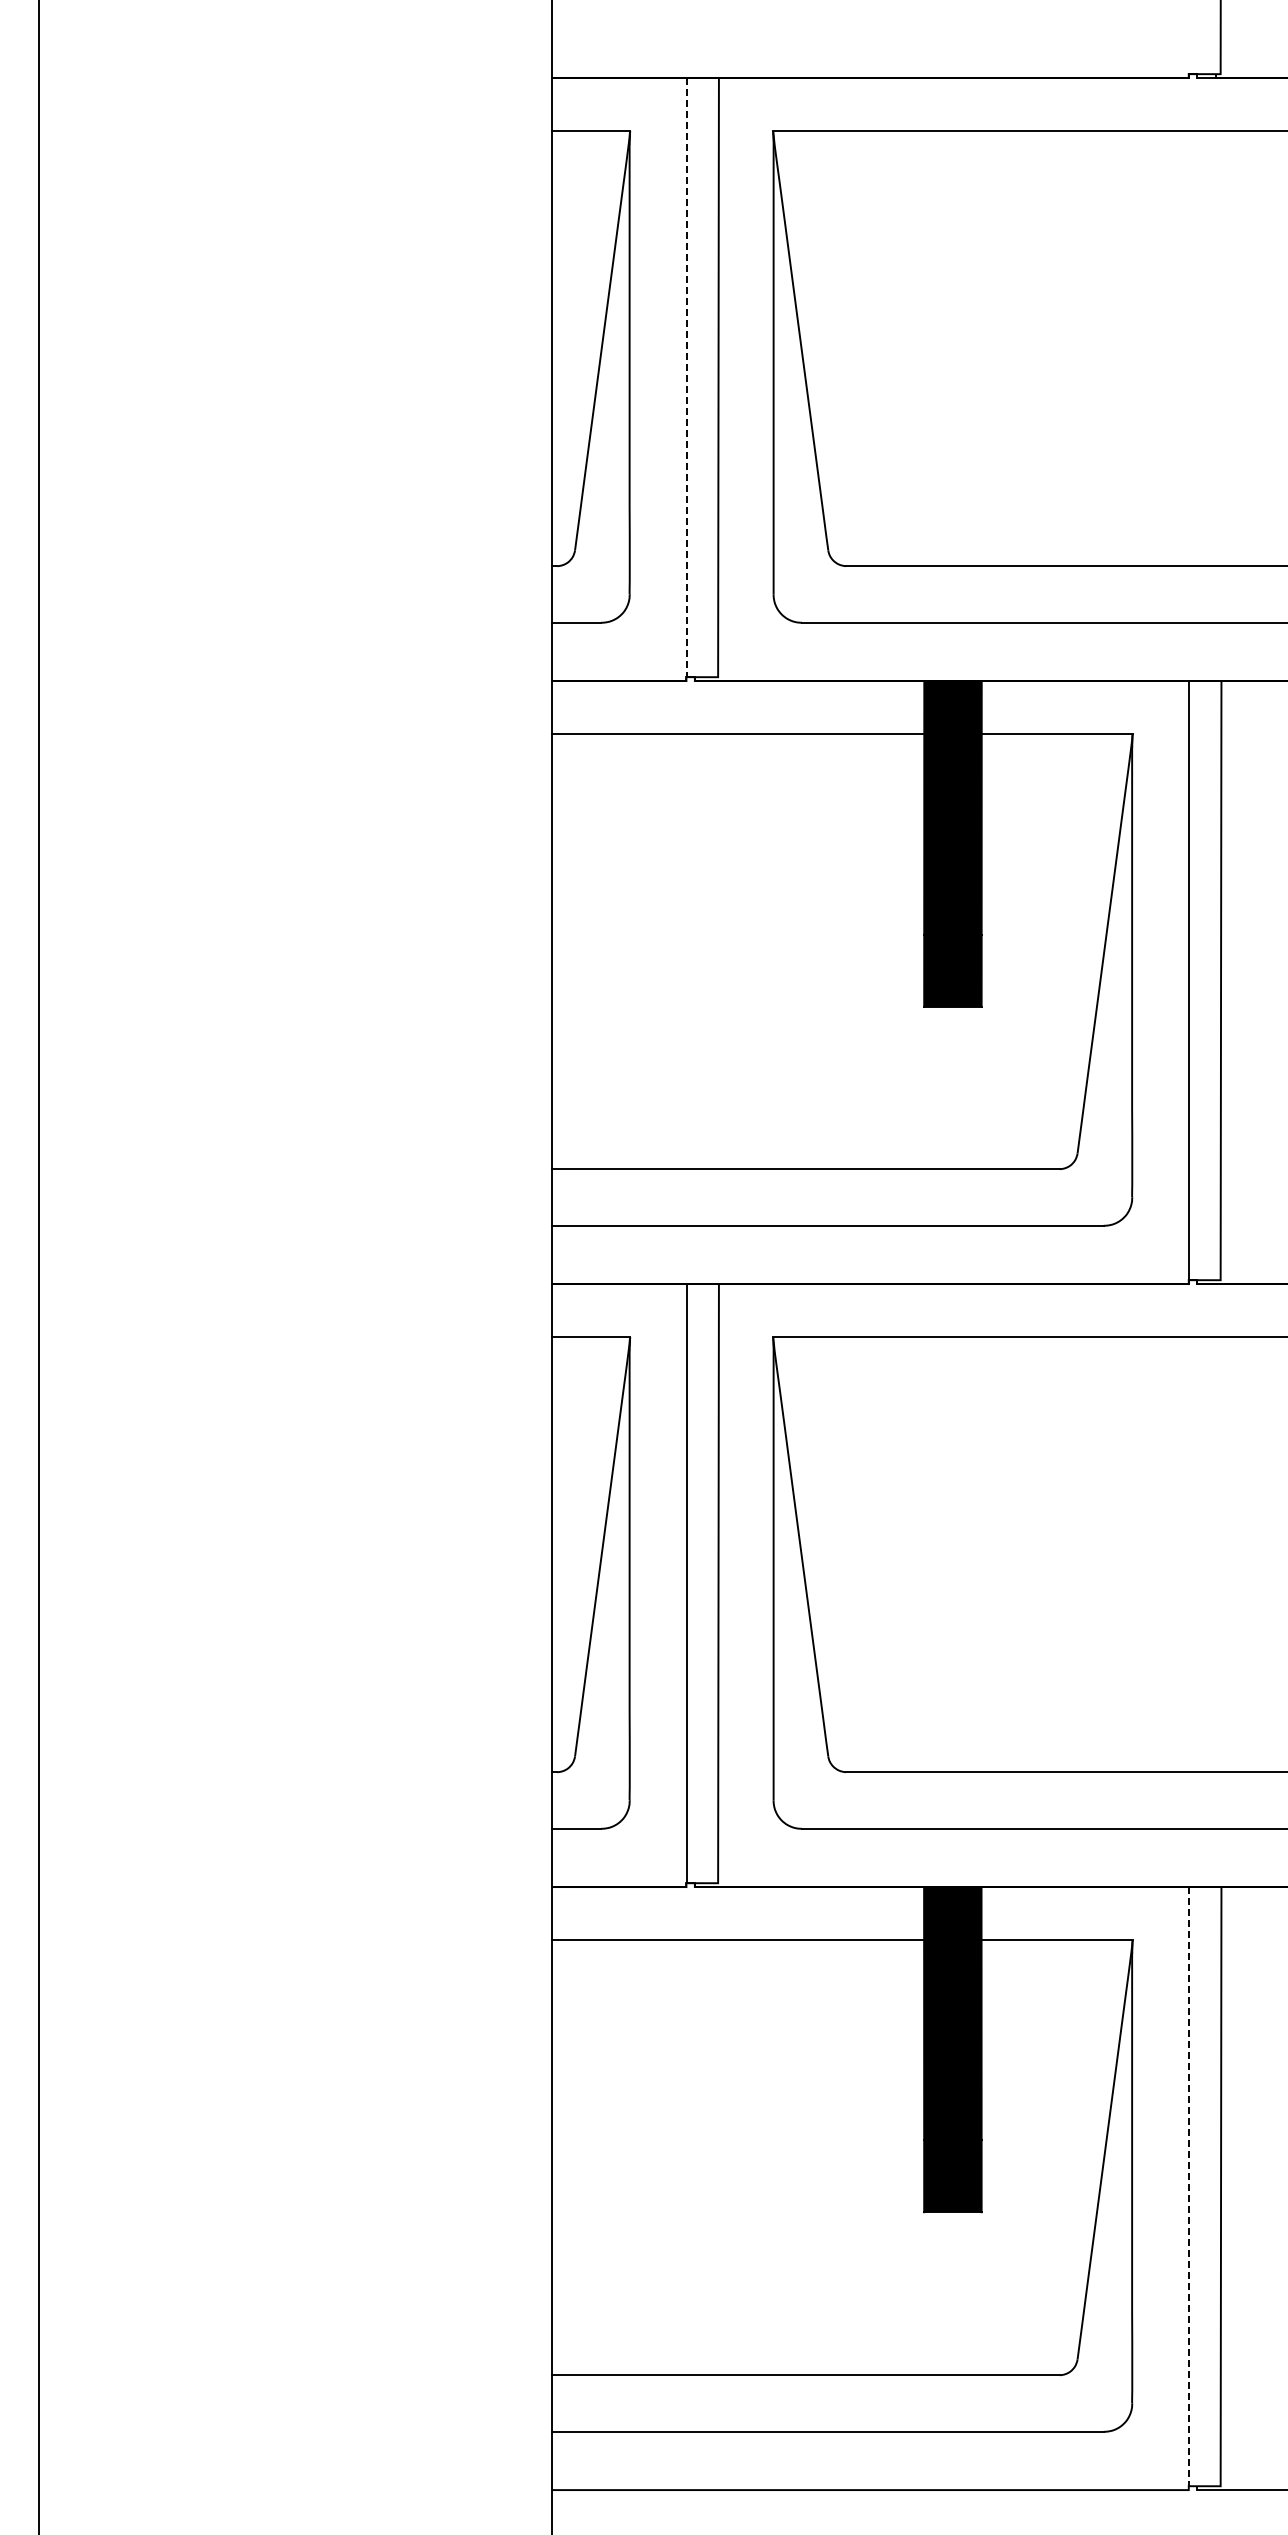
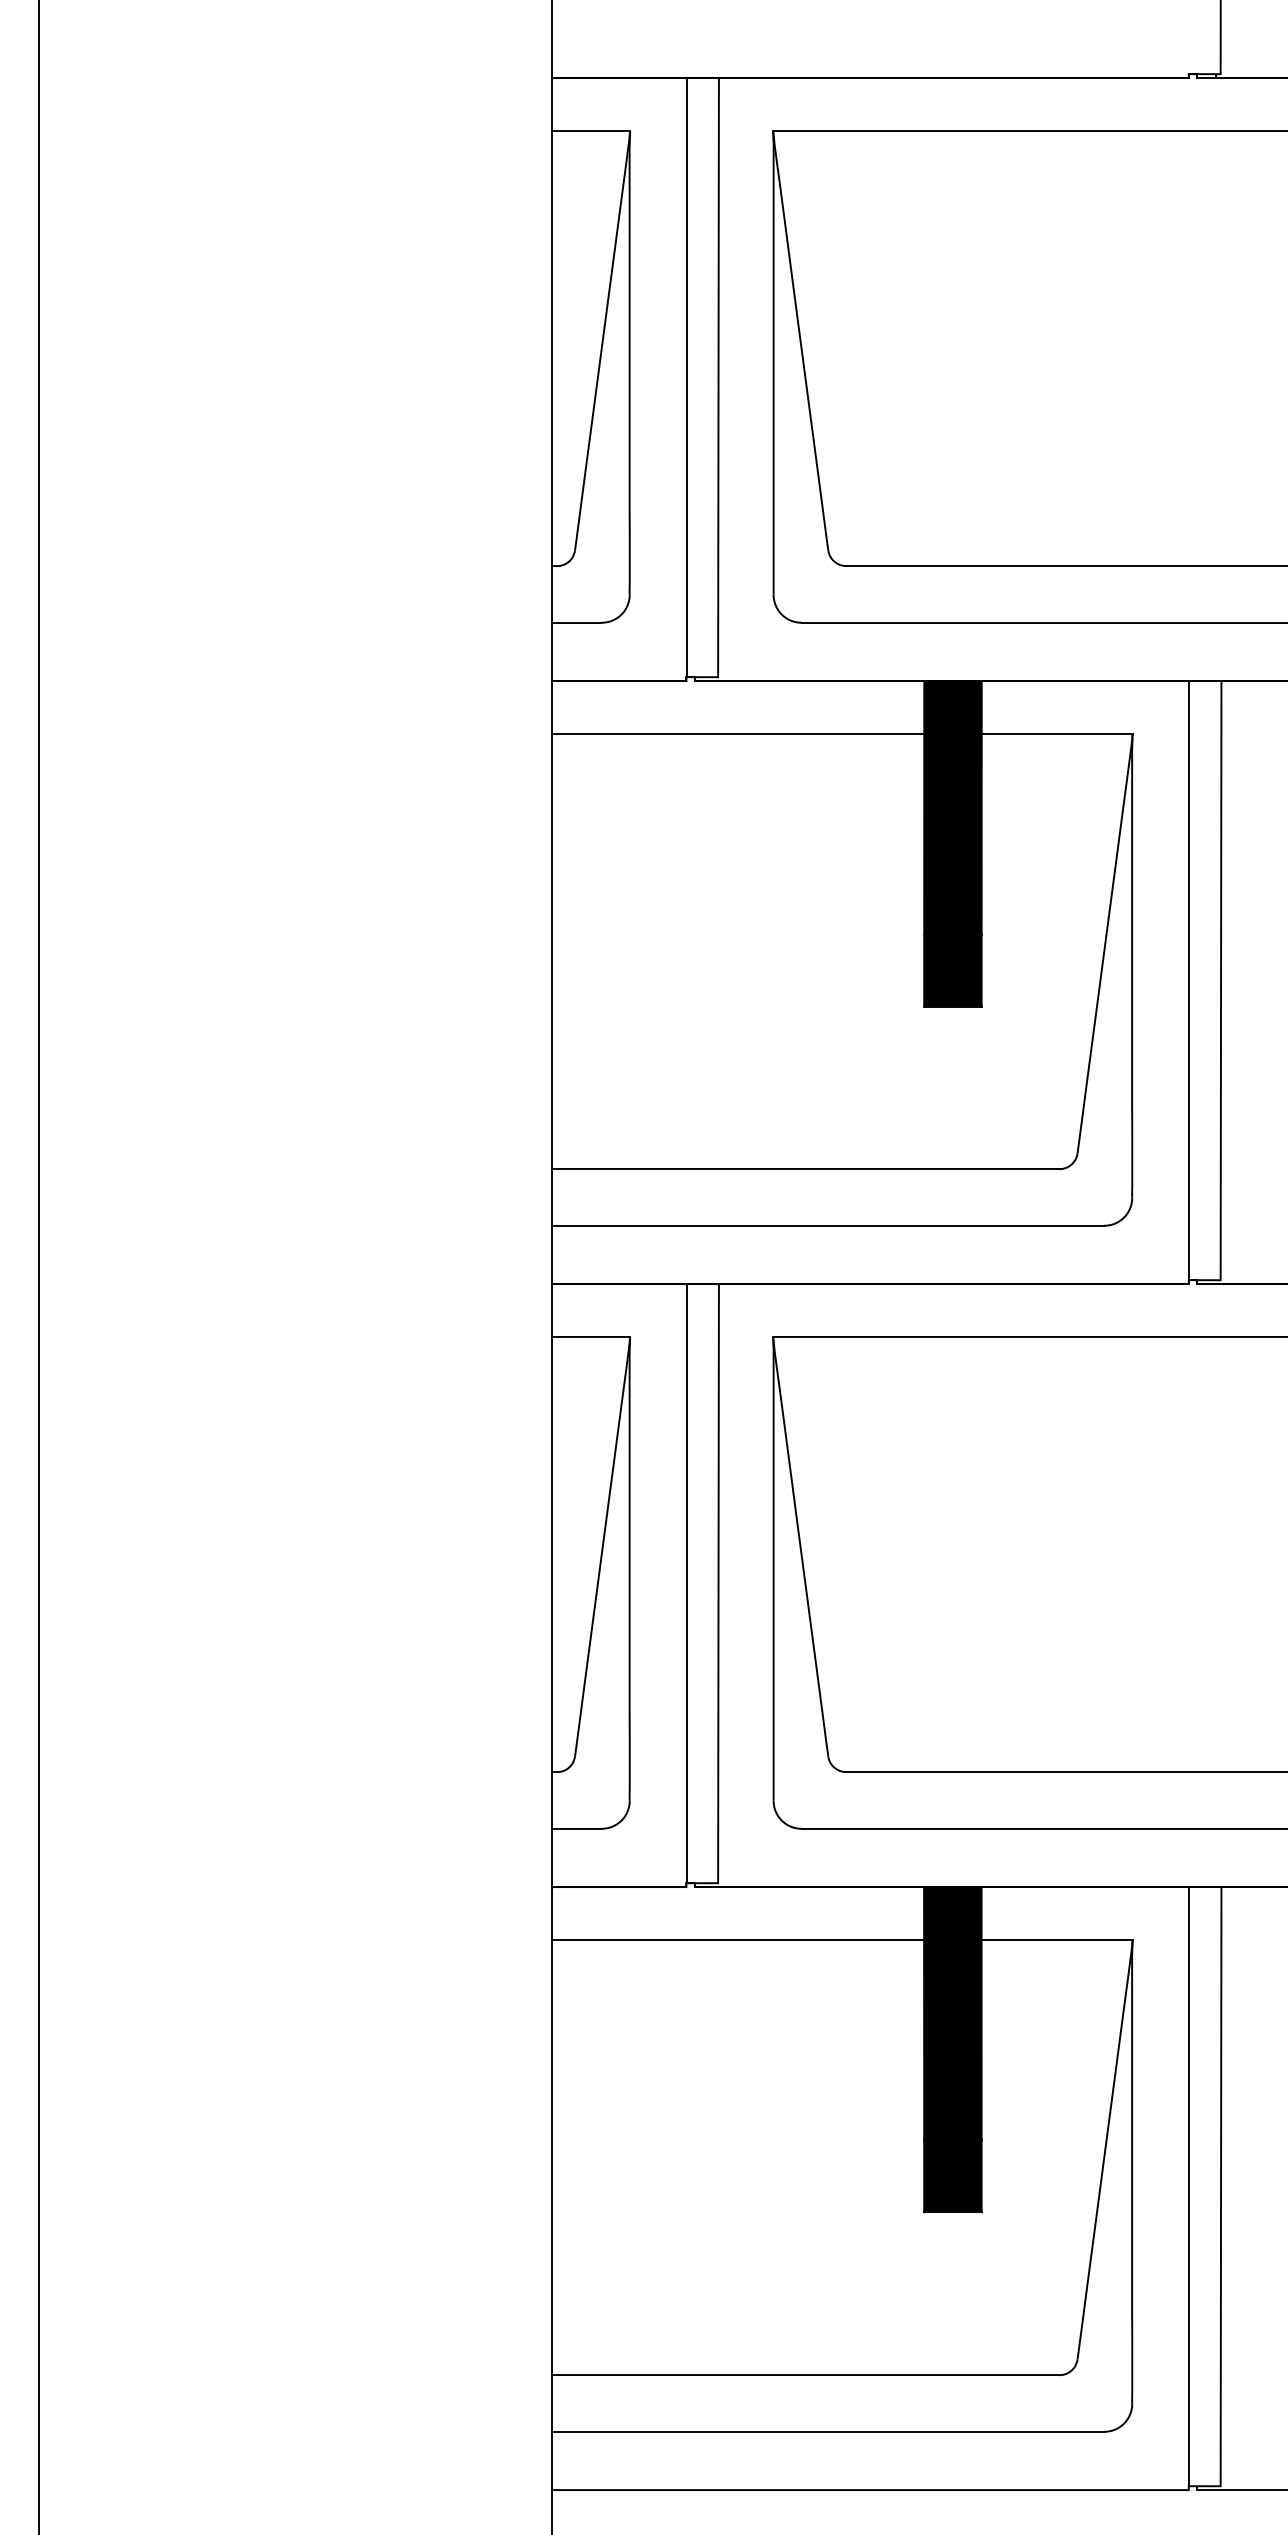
line at (686, 377): dashed -> solid
line at (1189, 2186): dashed -> solid
